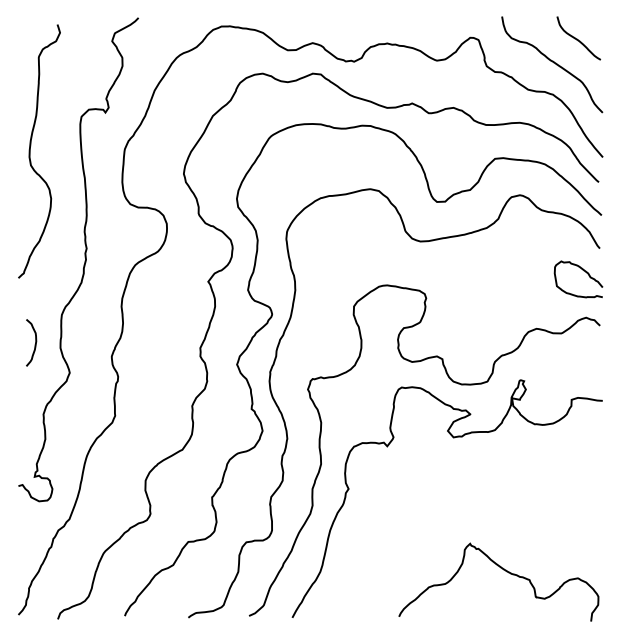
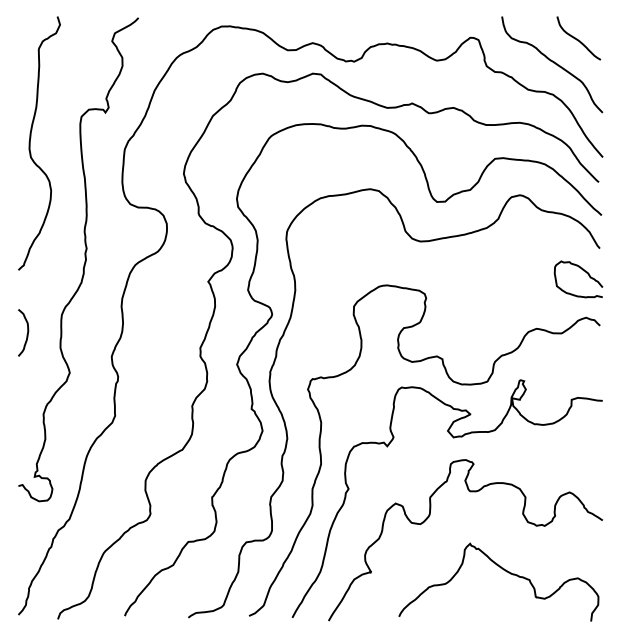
curve at (30, 151) position: (30, 151) -> (30, 143)
curve at (34, 344) position: (34, 344) -> (26, 334)
curve at (429, 517): none -> present
